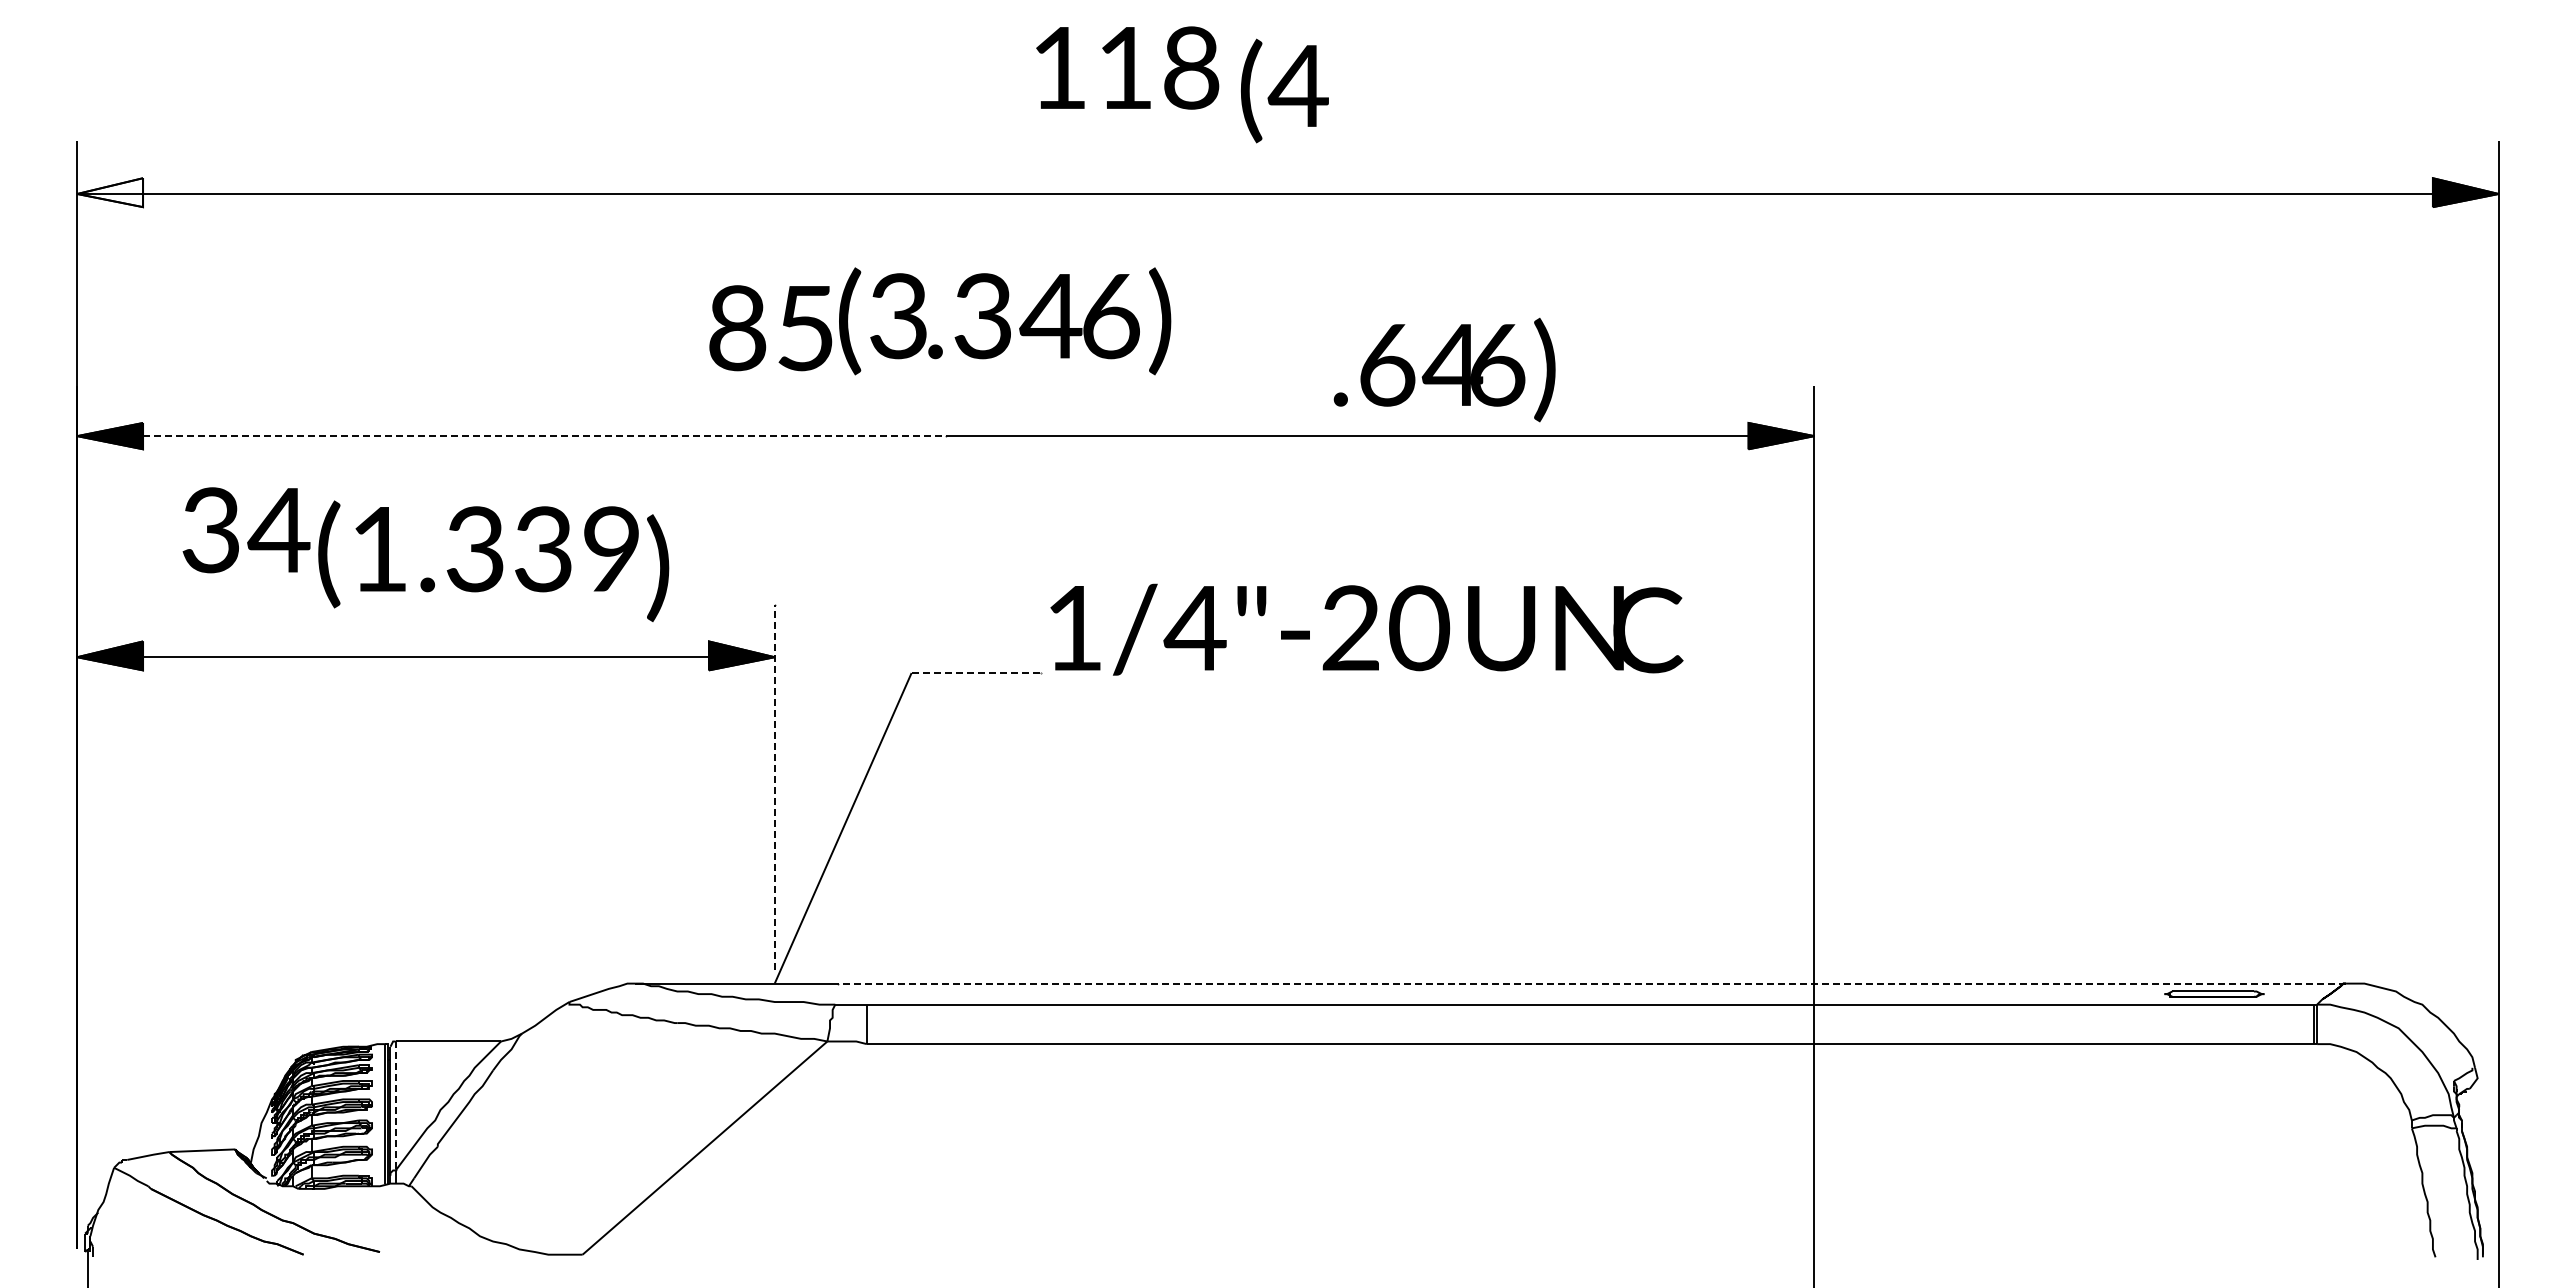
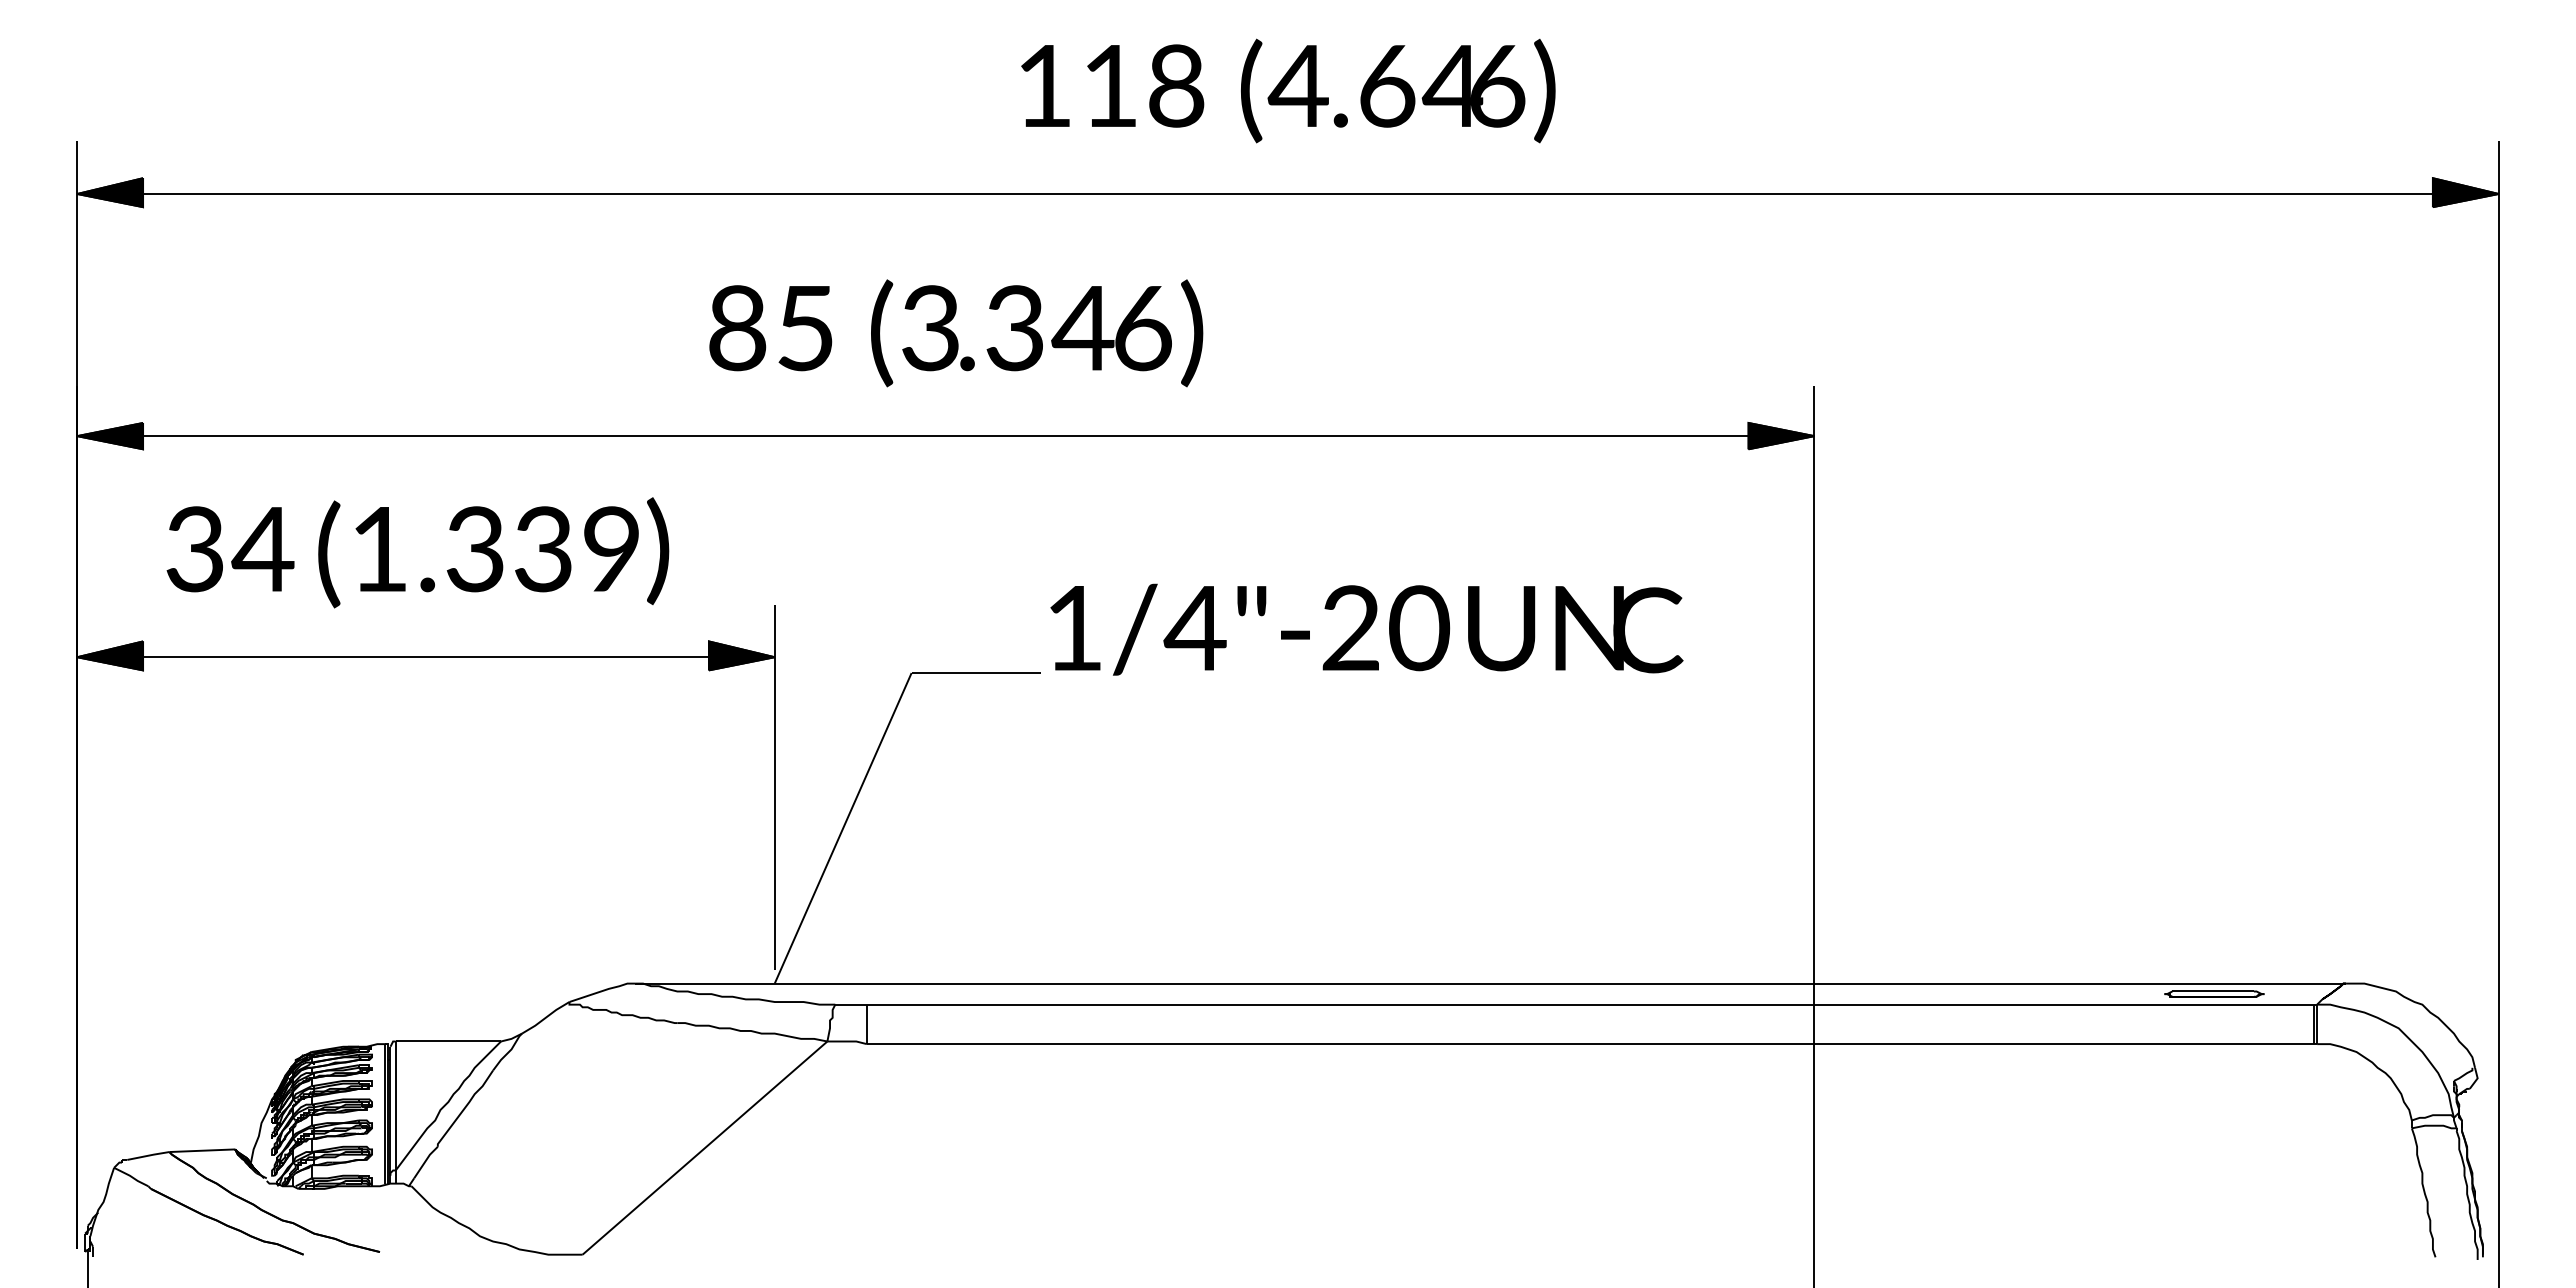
text at (1127, 67) position: (1127, 67) -> (1112, 85)
fill at (110, 192): none -> present
text at (1005, 321) position: (1005, 321) -> (1037, 333)
text at (1444, 369) position: (1444, 369) -> (1444, 90)
line at (512, 436): dashed -> solid
text at (246, 530) position: (246, 530) -> (230, 549)
text at (658, 567) position: (658, 567) -> (658, 550)
line at (976, 673): dashed -> solid
line at (774, 786): dashed -> solid
line at (1591, 983): dashed -> solid
line at (395, 1106): dashed -> solid
